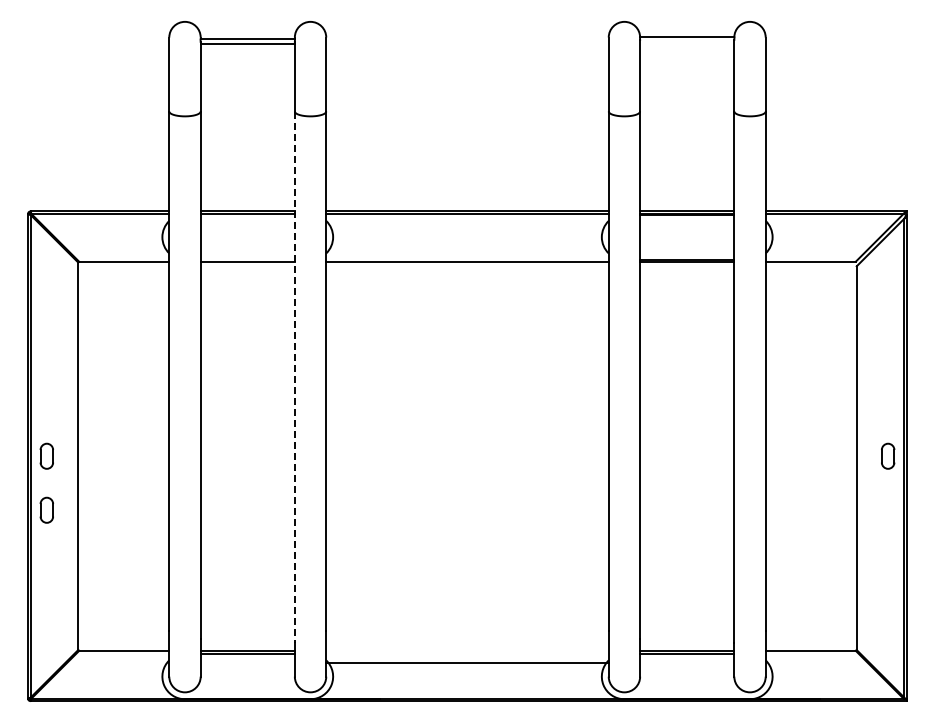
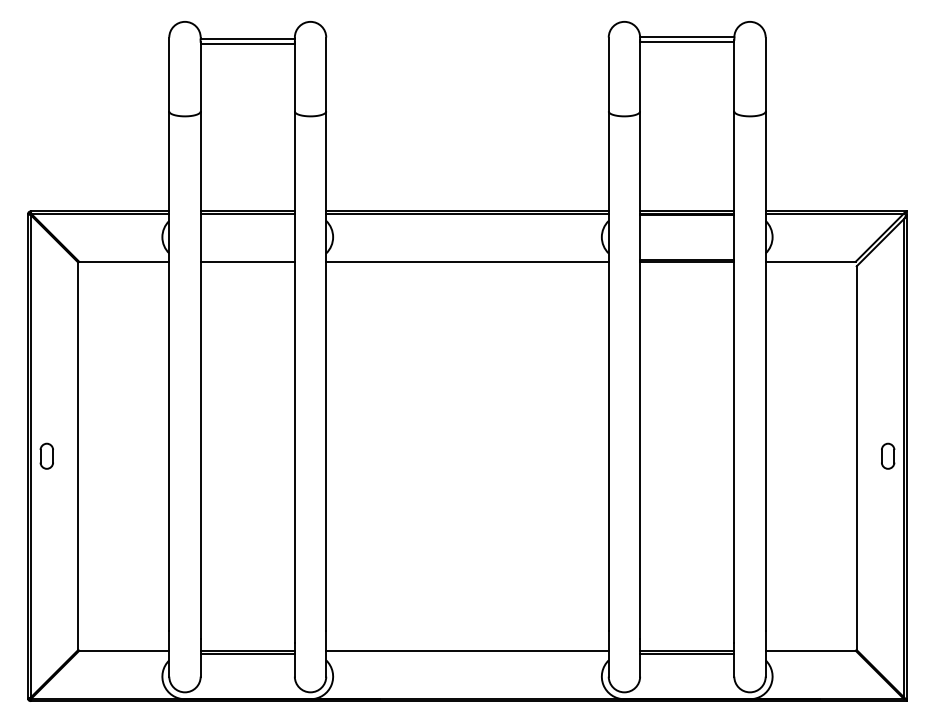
line at (687, 42): none -> present
line at (294, 377): dashed -> solid
part at (46, 509): present -> none
line at (467, 662) position: (467, 662) -> (467, 650)
